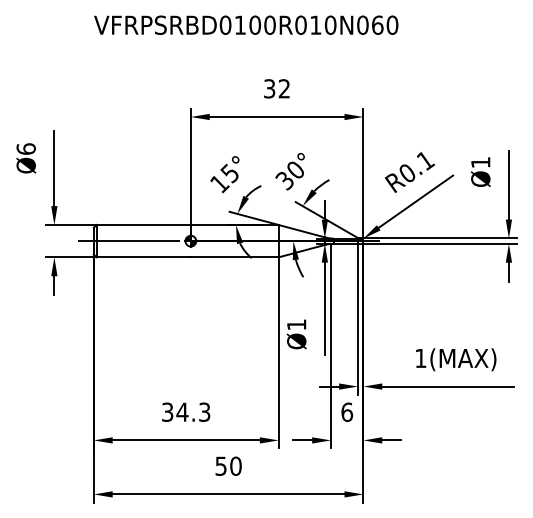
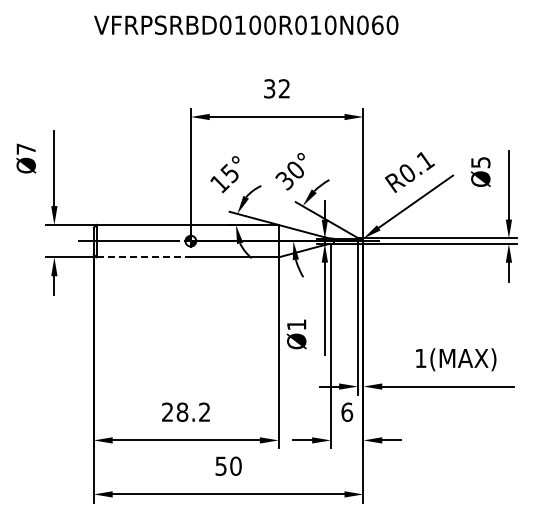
text at (25, 148): Ø6 -> Ø7
text at (480, 162): Ø1 -> Ø5
line at (144, 257): solid -> dashed
text at (186, 411): 34.3 -> 28.2
